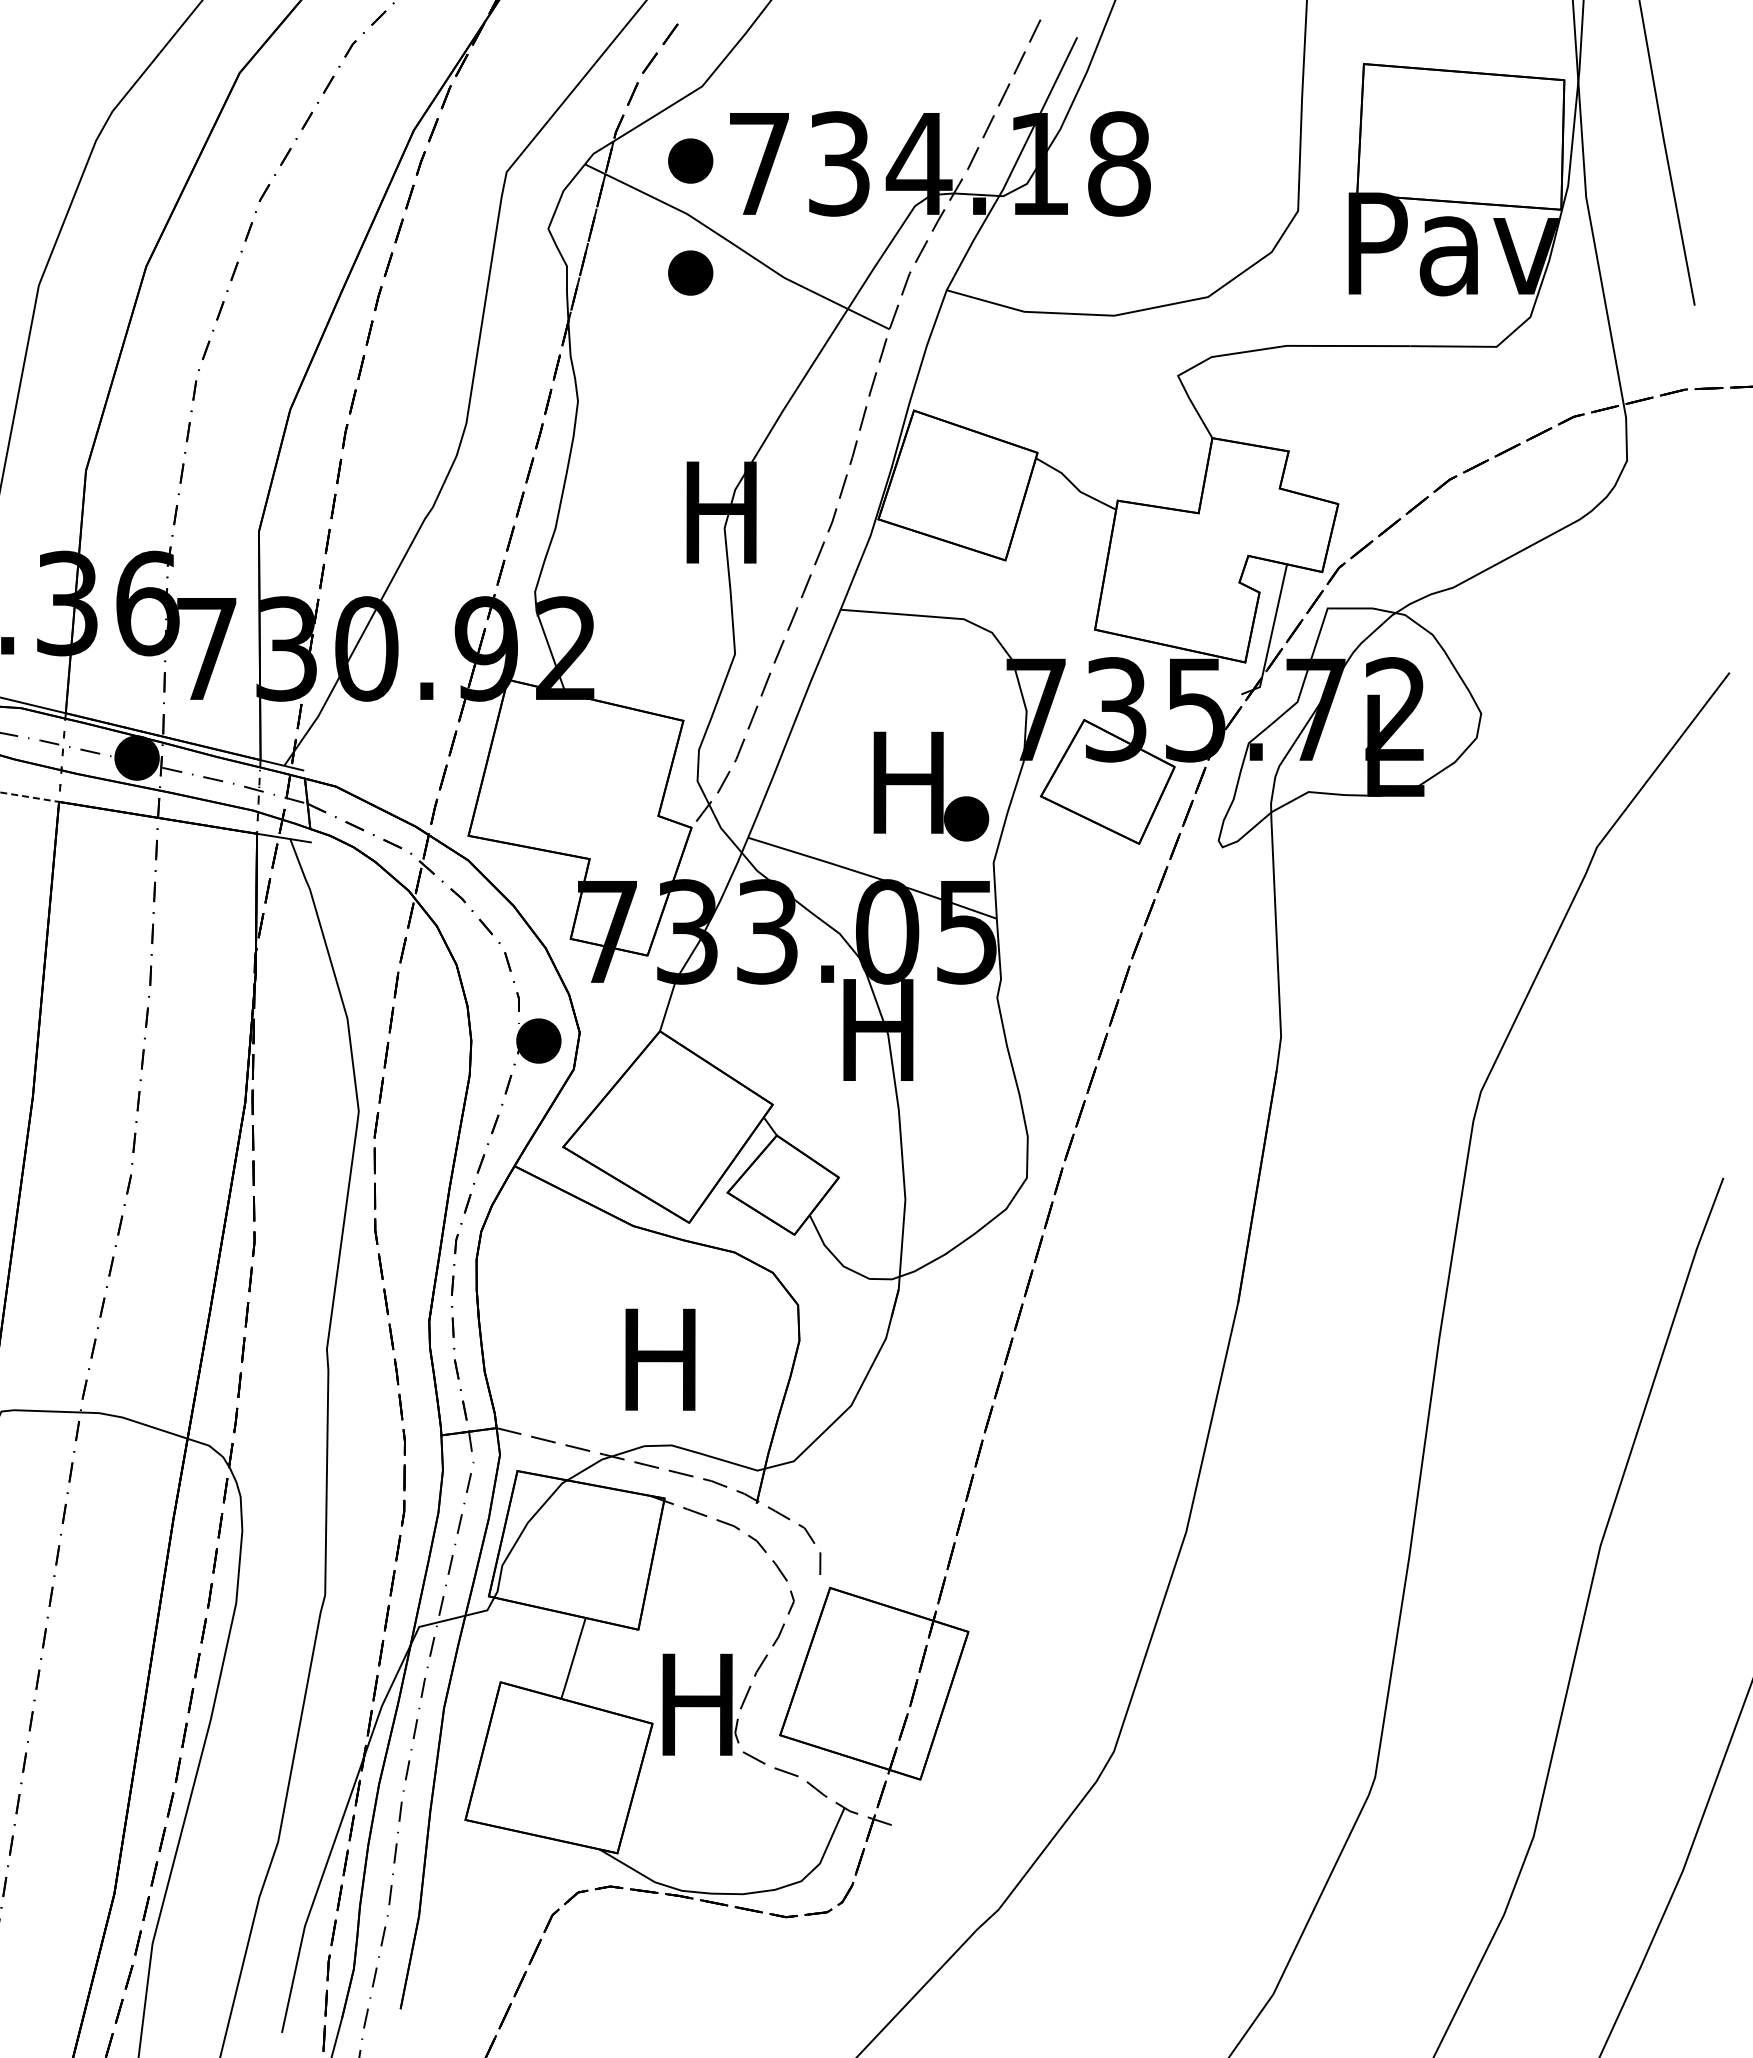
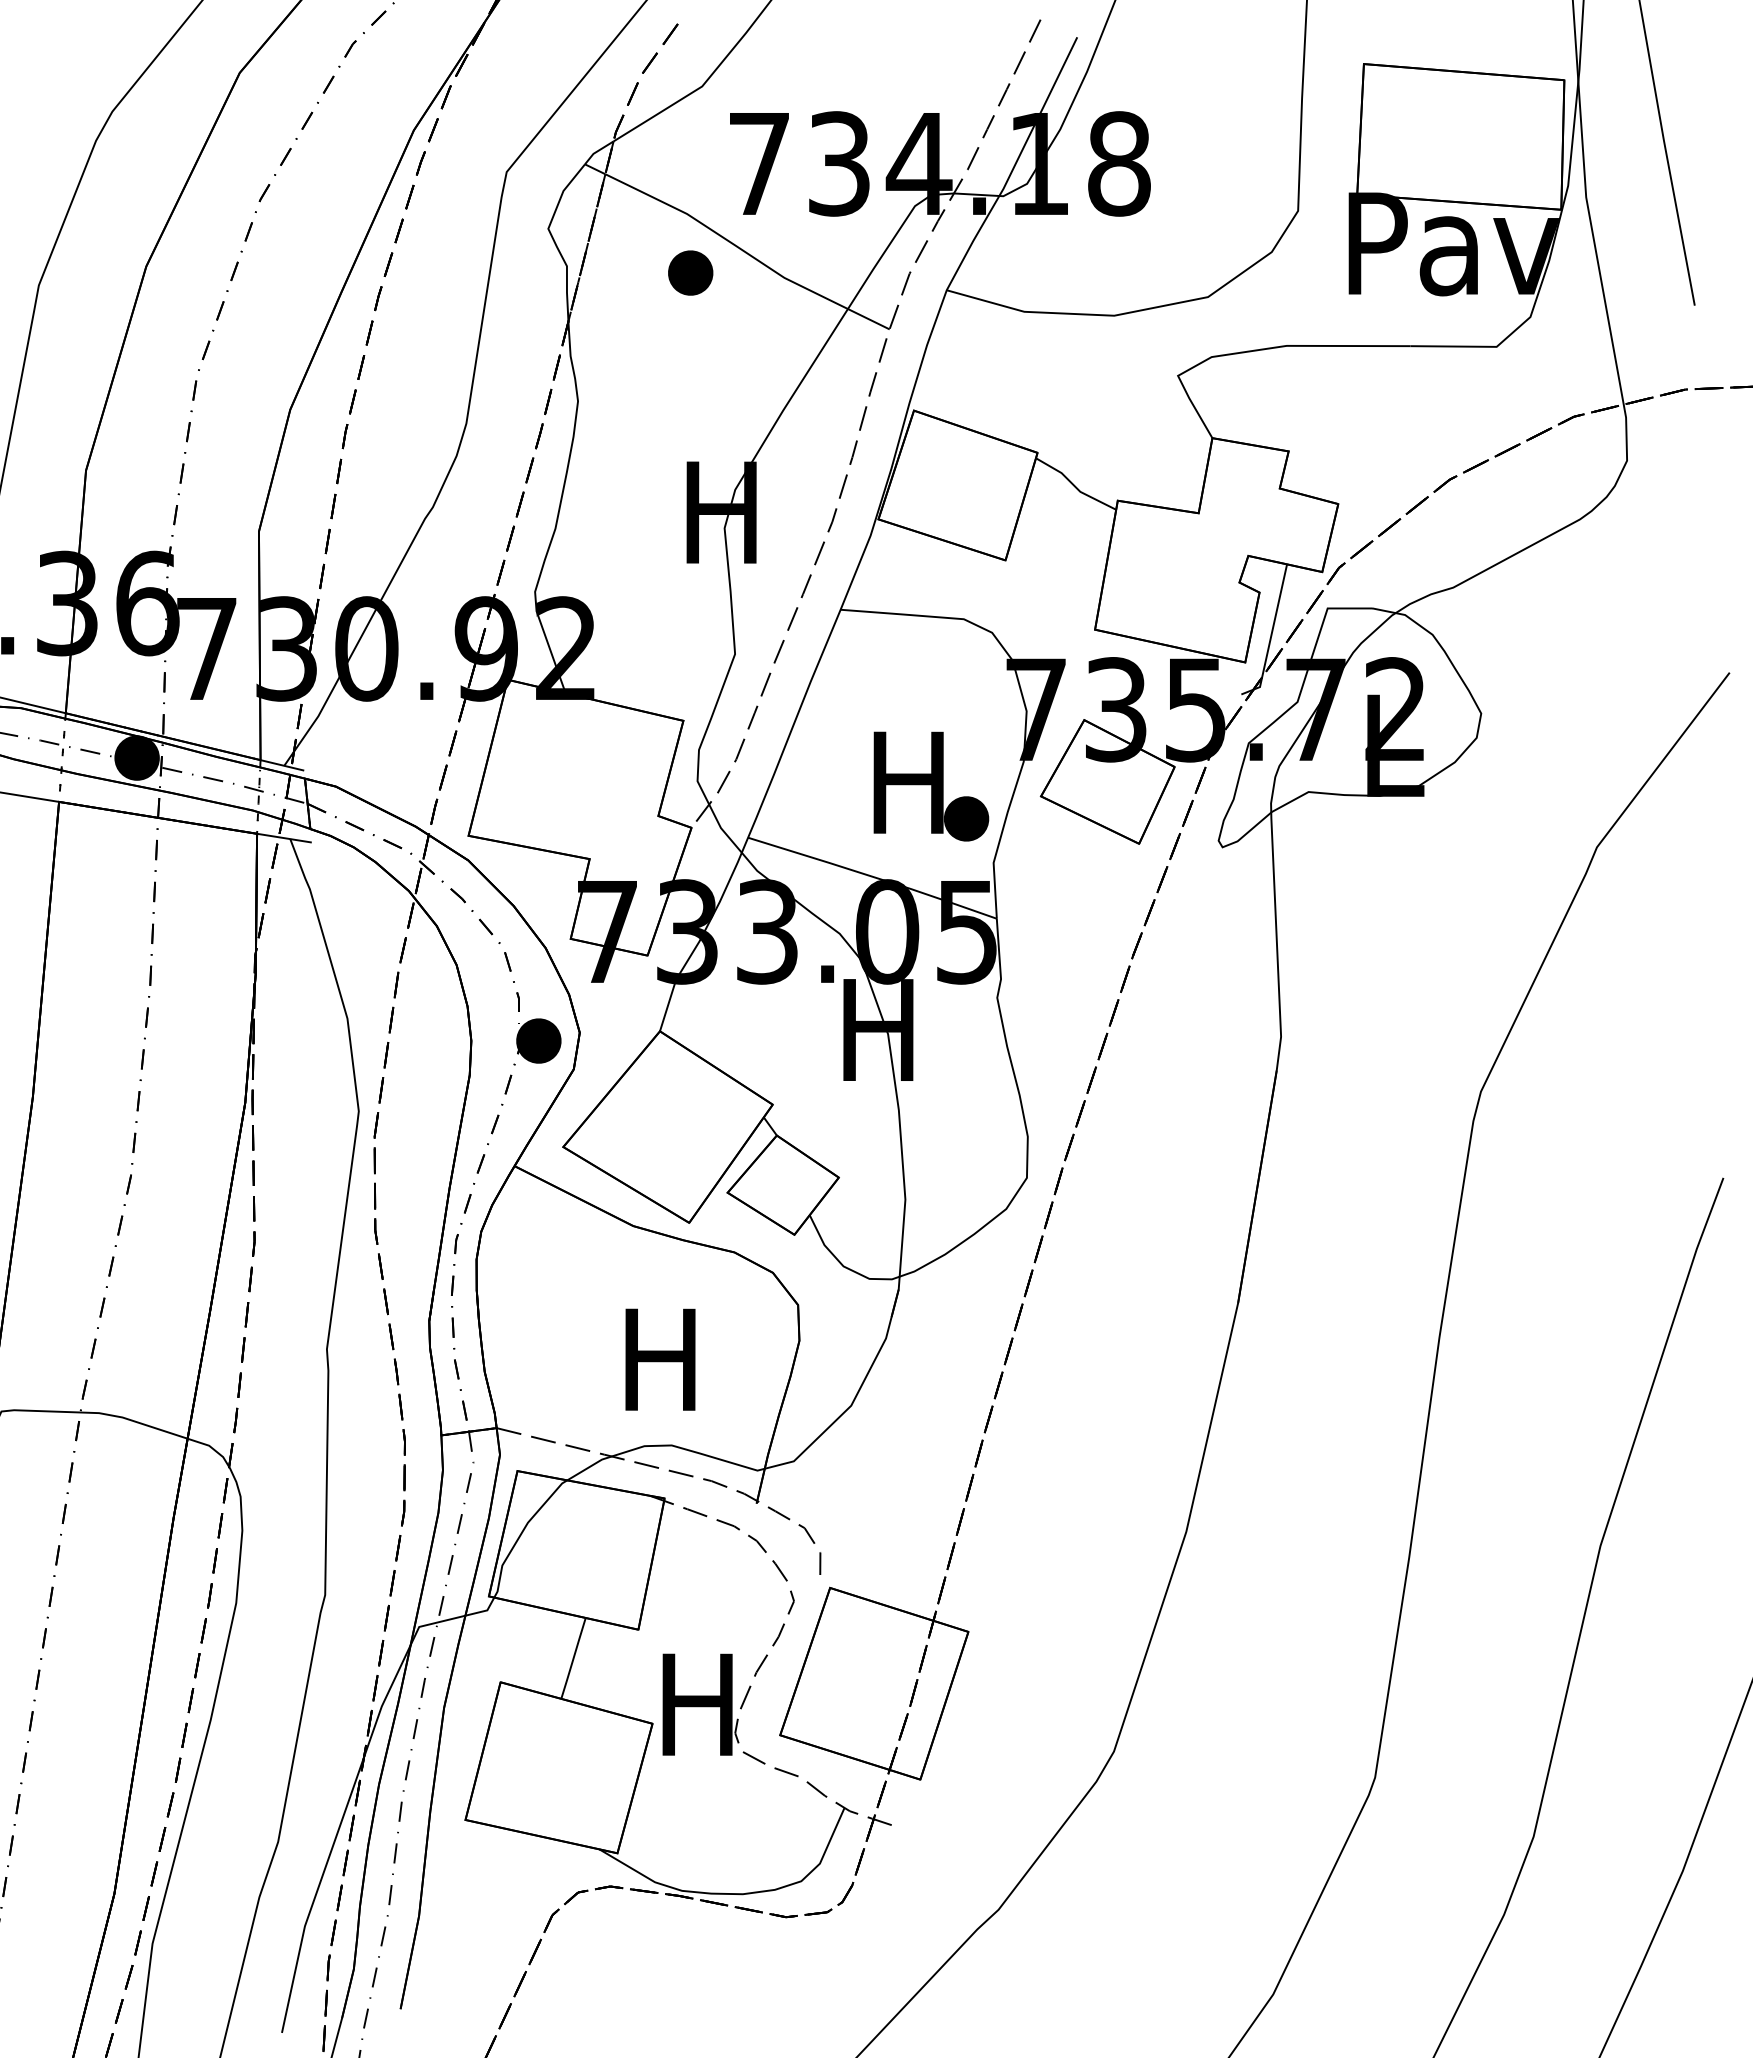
part at (690, 160): present -> none
line at (29, 797): dashed -> solid
